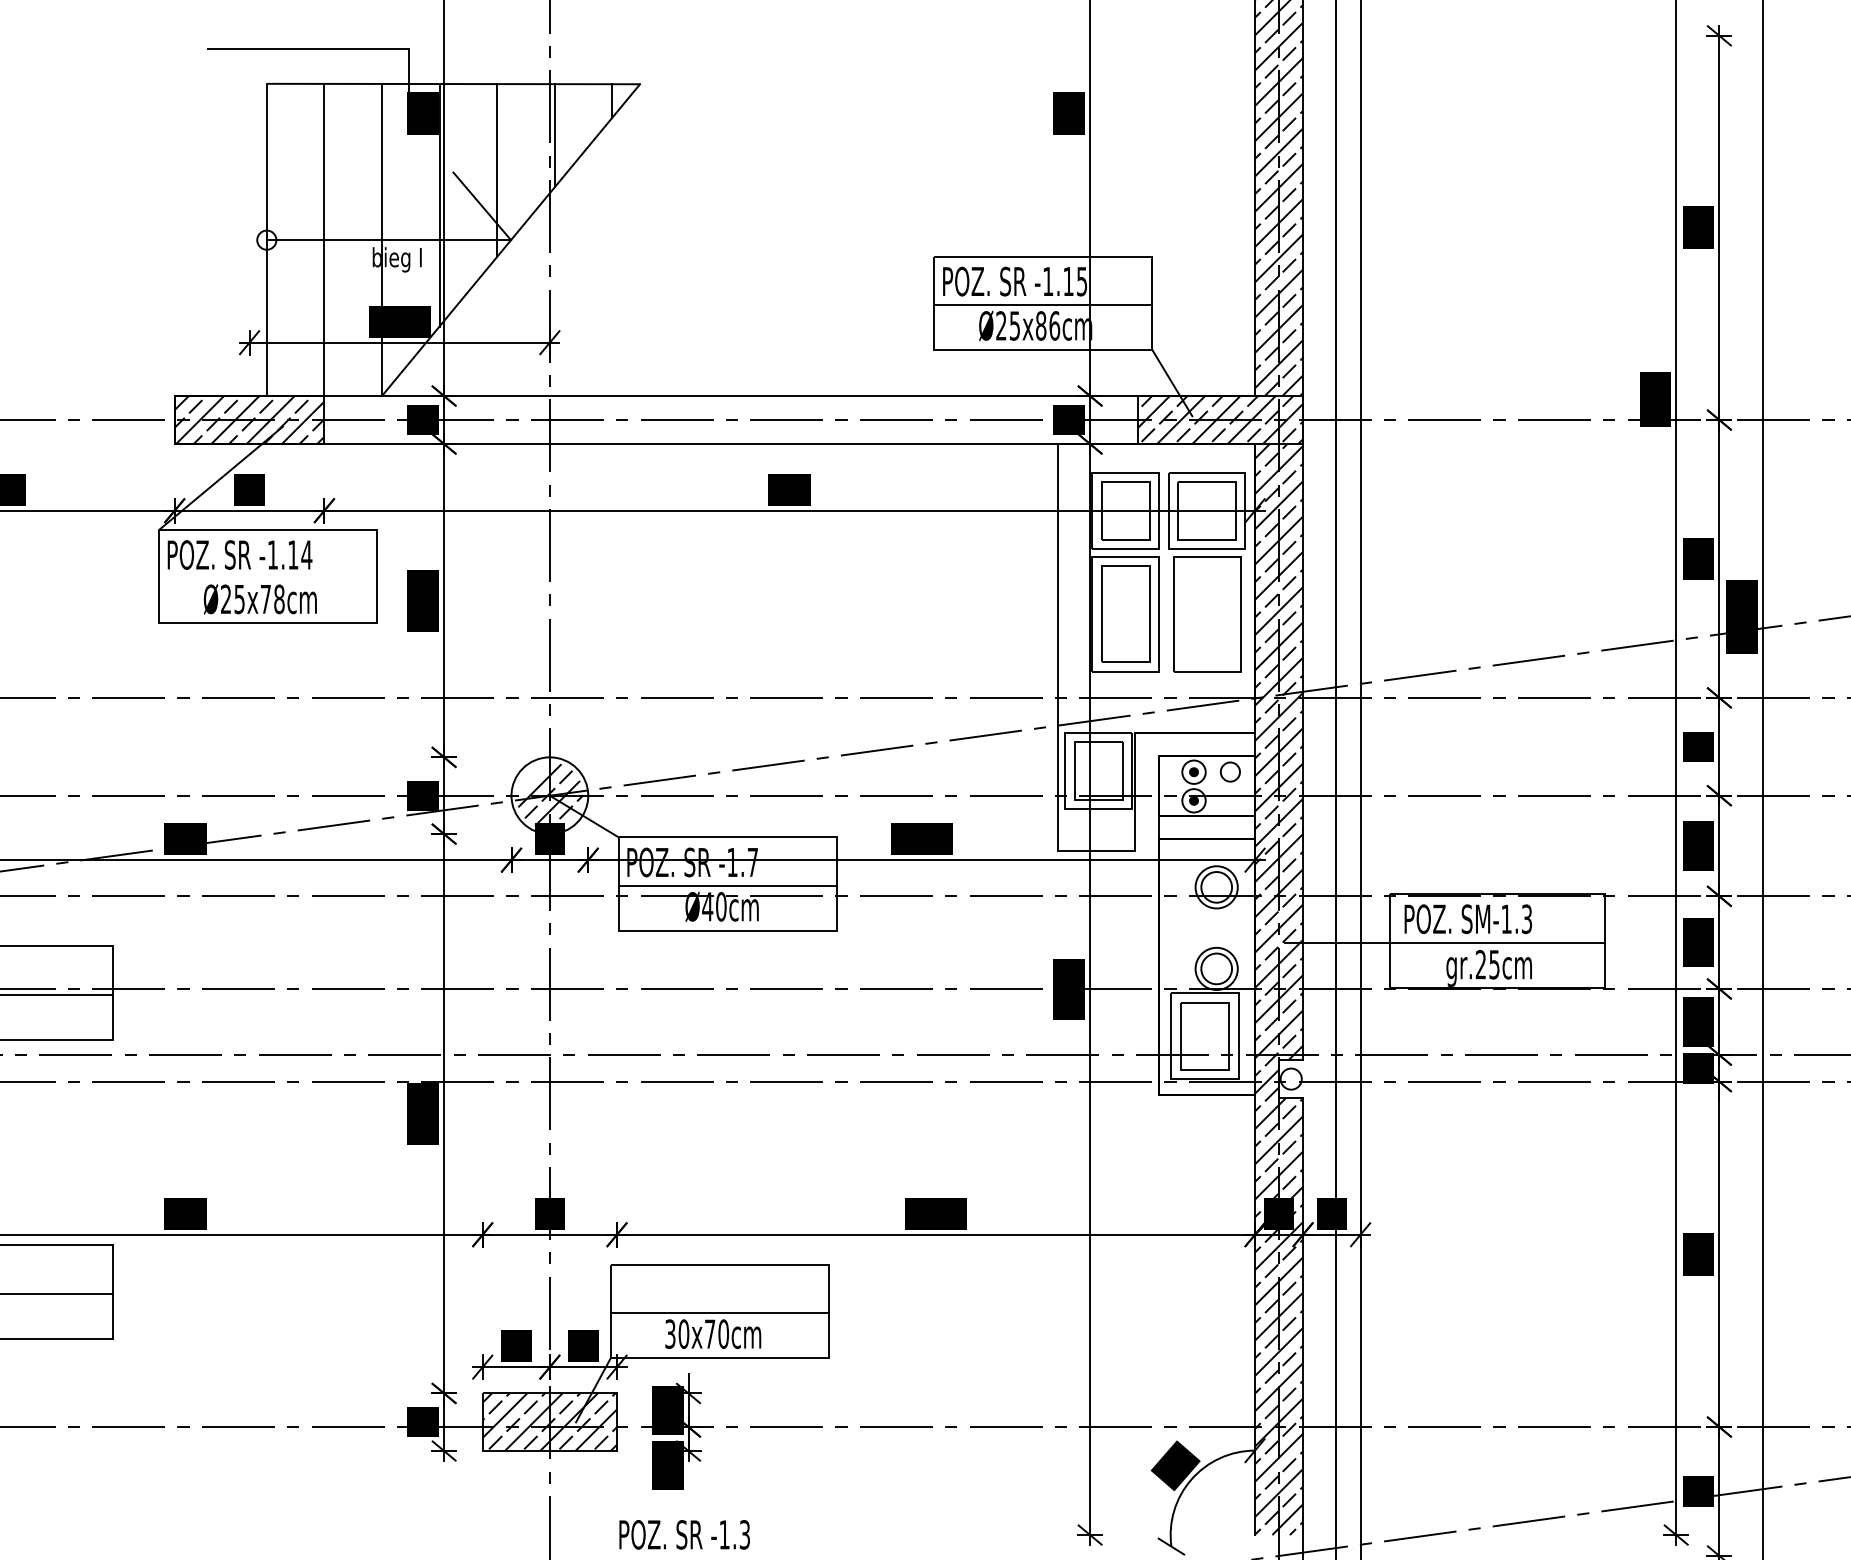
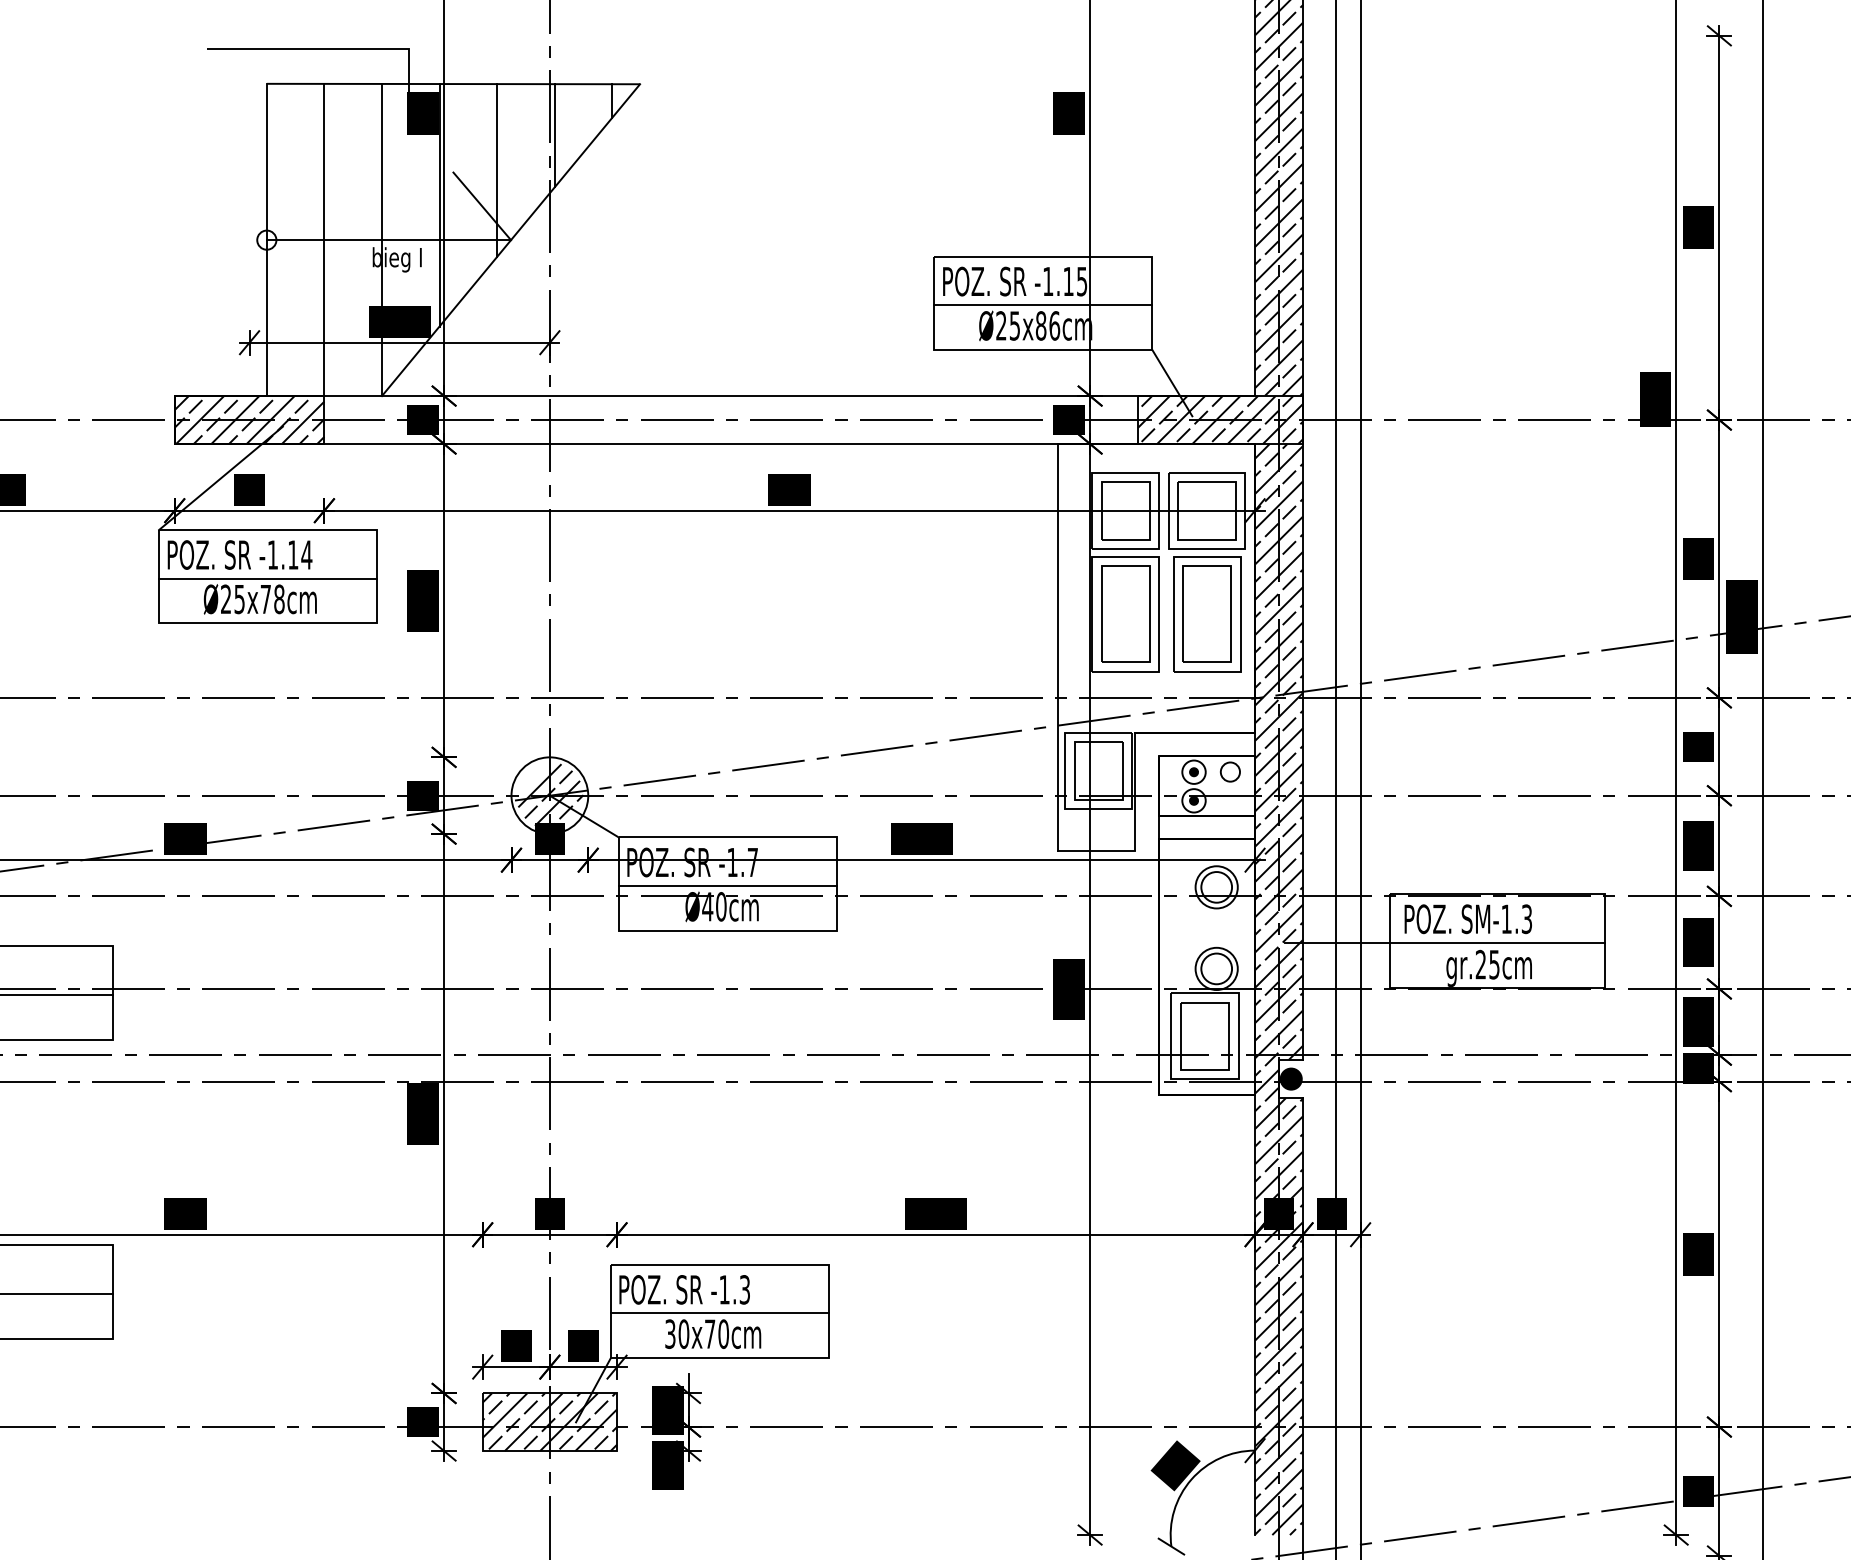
line at (268, 578): none -> present
part at (1206, 613): none -> present
fill at (1290, 1078): none -> present
text at (684, 1534) position: (684, 1534) -> (684, 1289)
